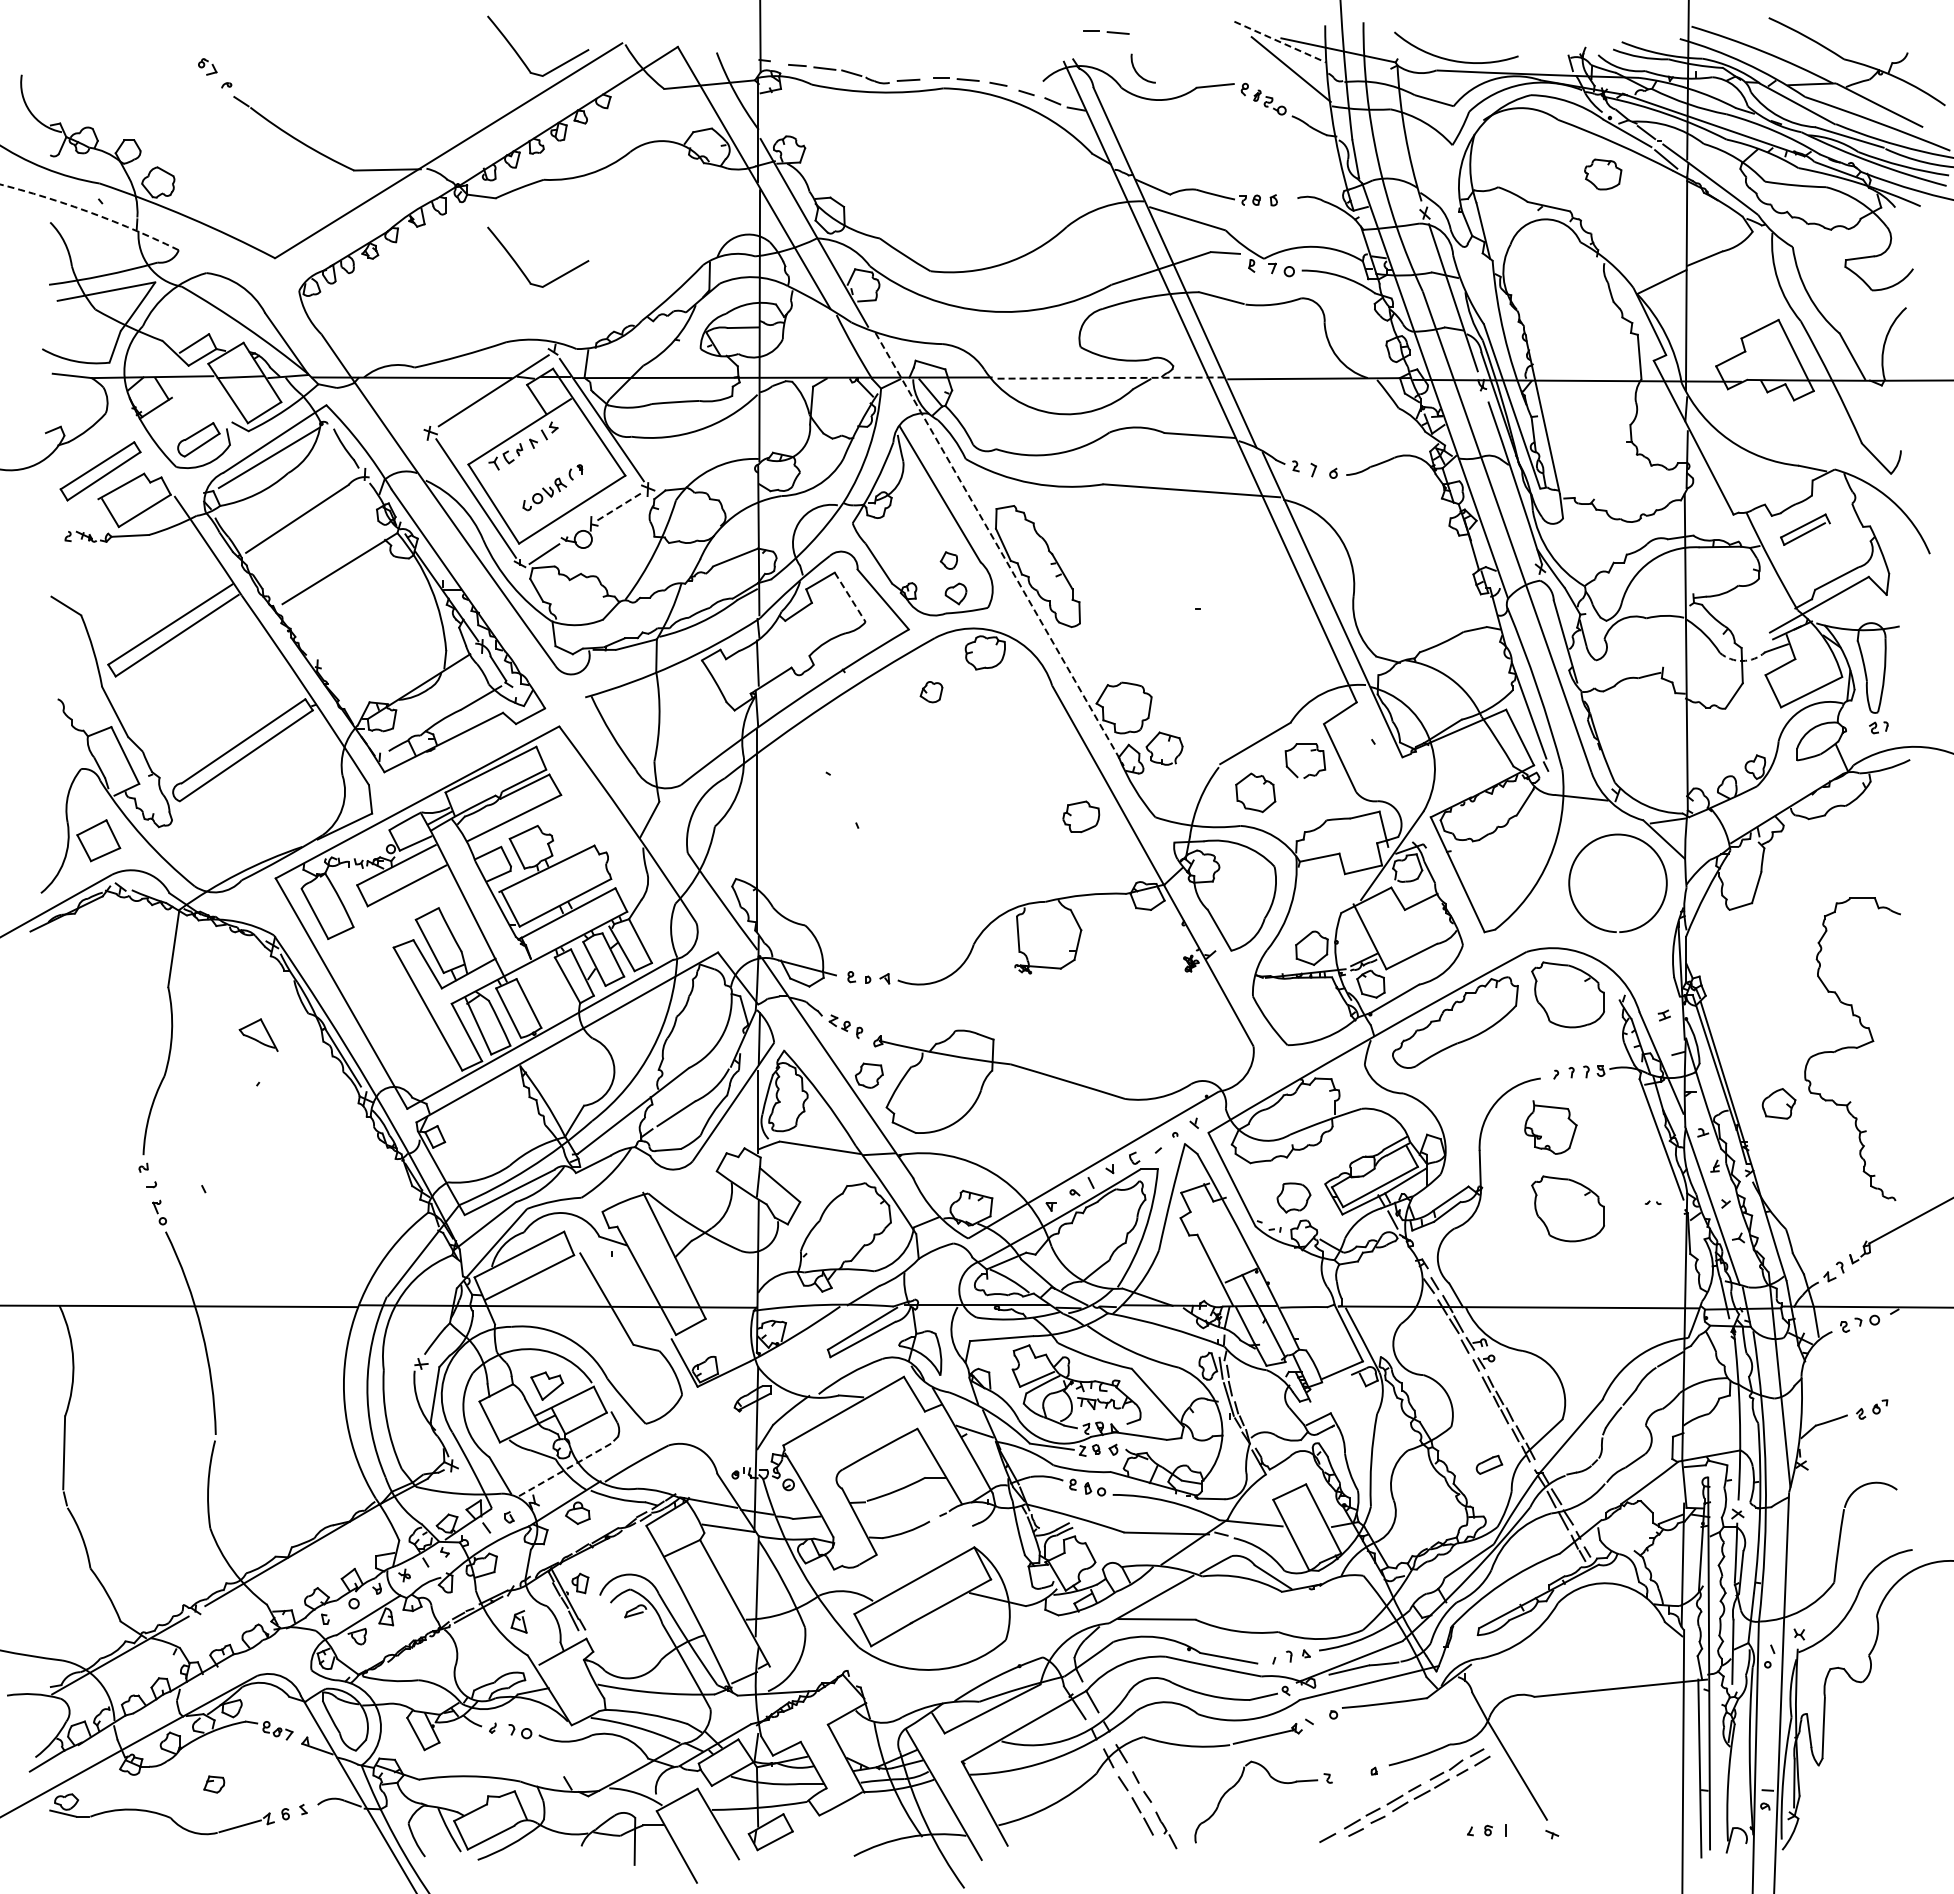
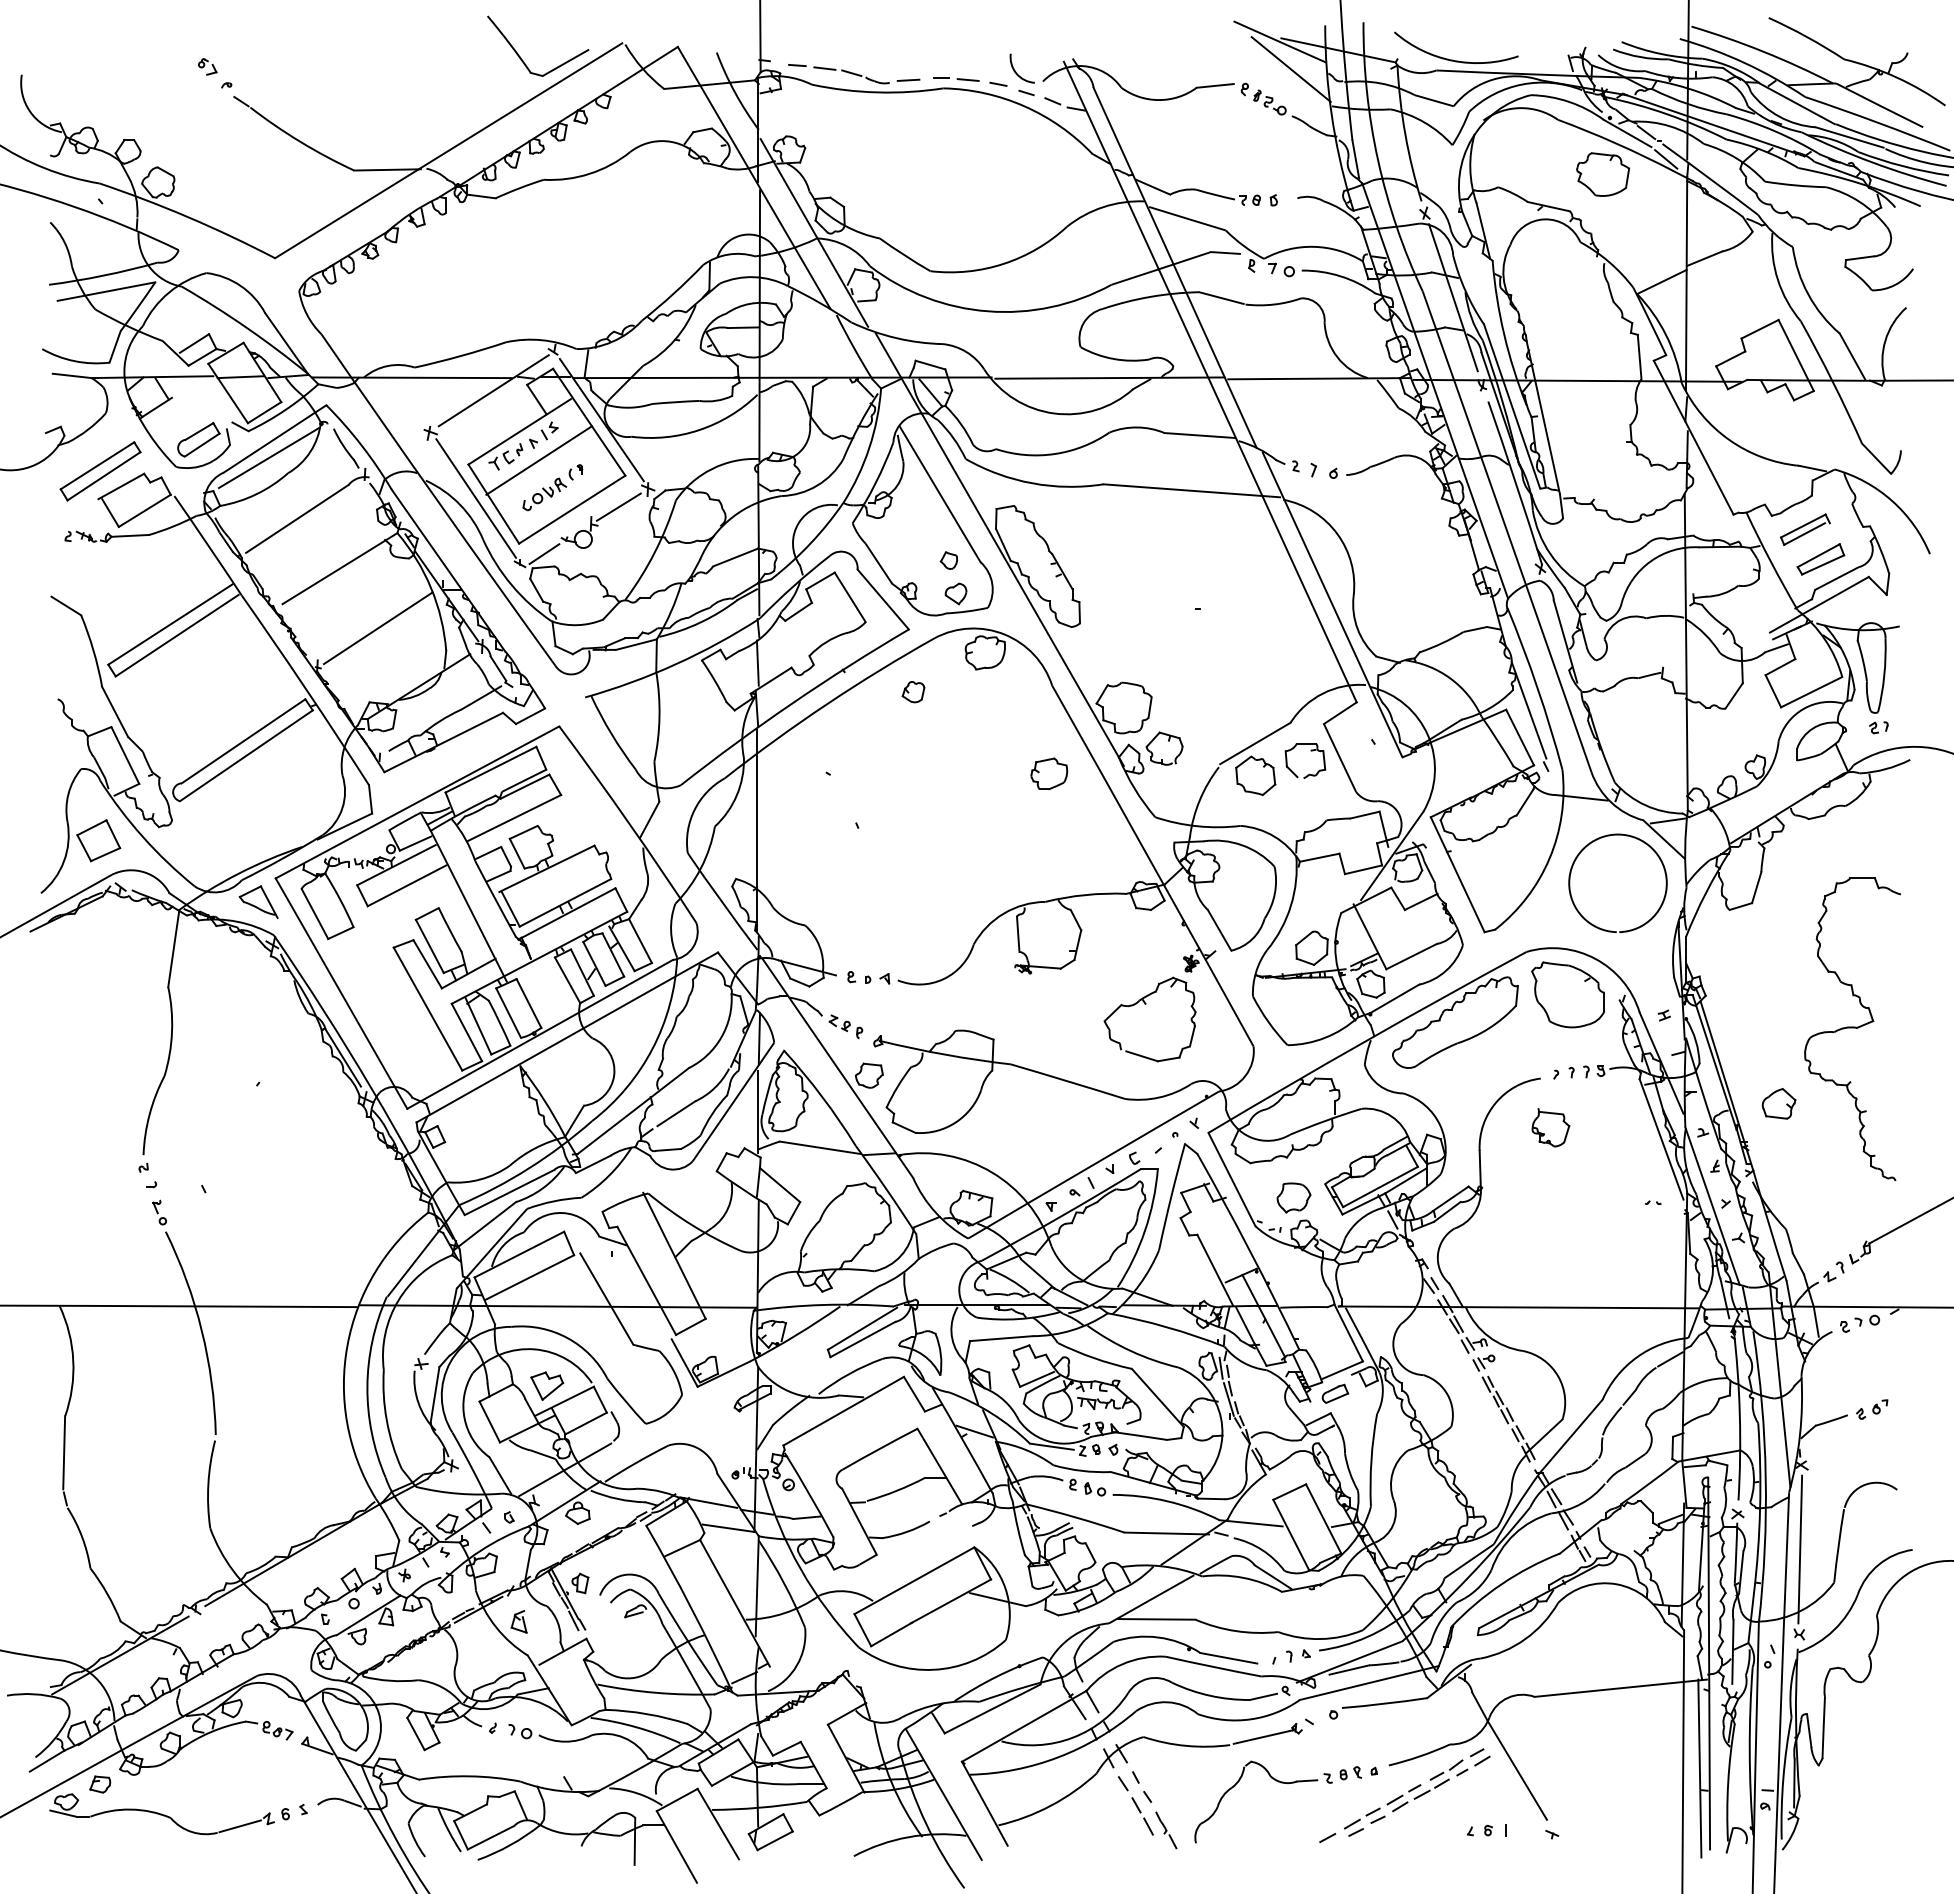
part at (1106, 32): present -> none
line at (1280, 42): dashed -> solid
arc at (1137, 71) position: (1137, 71) -> (1016, 71)
part at (1603, 174) size: 39x33 px -> 55x45 px
arc at (90, 212): dashed -> solid
part at (521, 268): present -> none
line at (1109, 378): dashed -> solid
line at (539, 460): none -> present
line at (618, 507): dashed -> solid
line at (999, 549): dashed -> solid
part at (1820, 559): none -> present
line at (850, 597): dashed -> solid
line at (377, 628): none -> present
arc at (1742, 661): dashed -> solid
part at (931, 692) position: (931, 692) -> (913, 692)
part at (1255, 792) position: (1255, 792) -> (1255, 775)
part at (1081, 816) position: (1081, 816) -> (1049, 773)
part at (1146, 1004): none -> present
part at (258, 1034) position: (258, 1034) -> (258, 901)
part at (1852, 1048) position: (1852, 1048) -> (1852, 1028)
part at (1550, 1127) size: 54x55 px -> 40x40 px
part at (1567, 1208): present -> none
part at (1489, 1464) position: (1489, 1464) -> (1335, 1393)
line at (565, 1469): dashed -> solid
line at (1800, 1549): none -> present
part at (1350, 1773): none -> present
part at (214, 1784) position: (214, 1784) -> (100, 1784)
